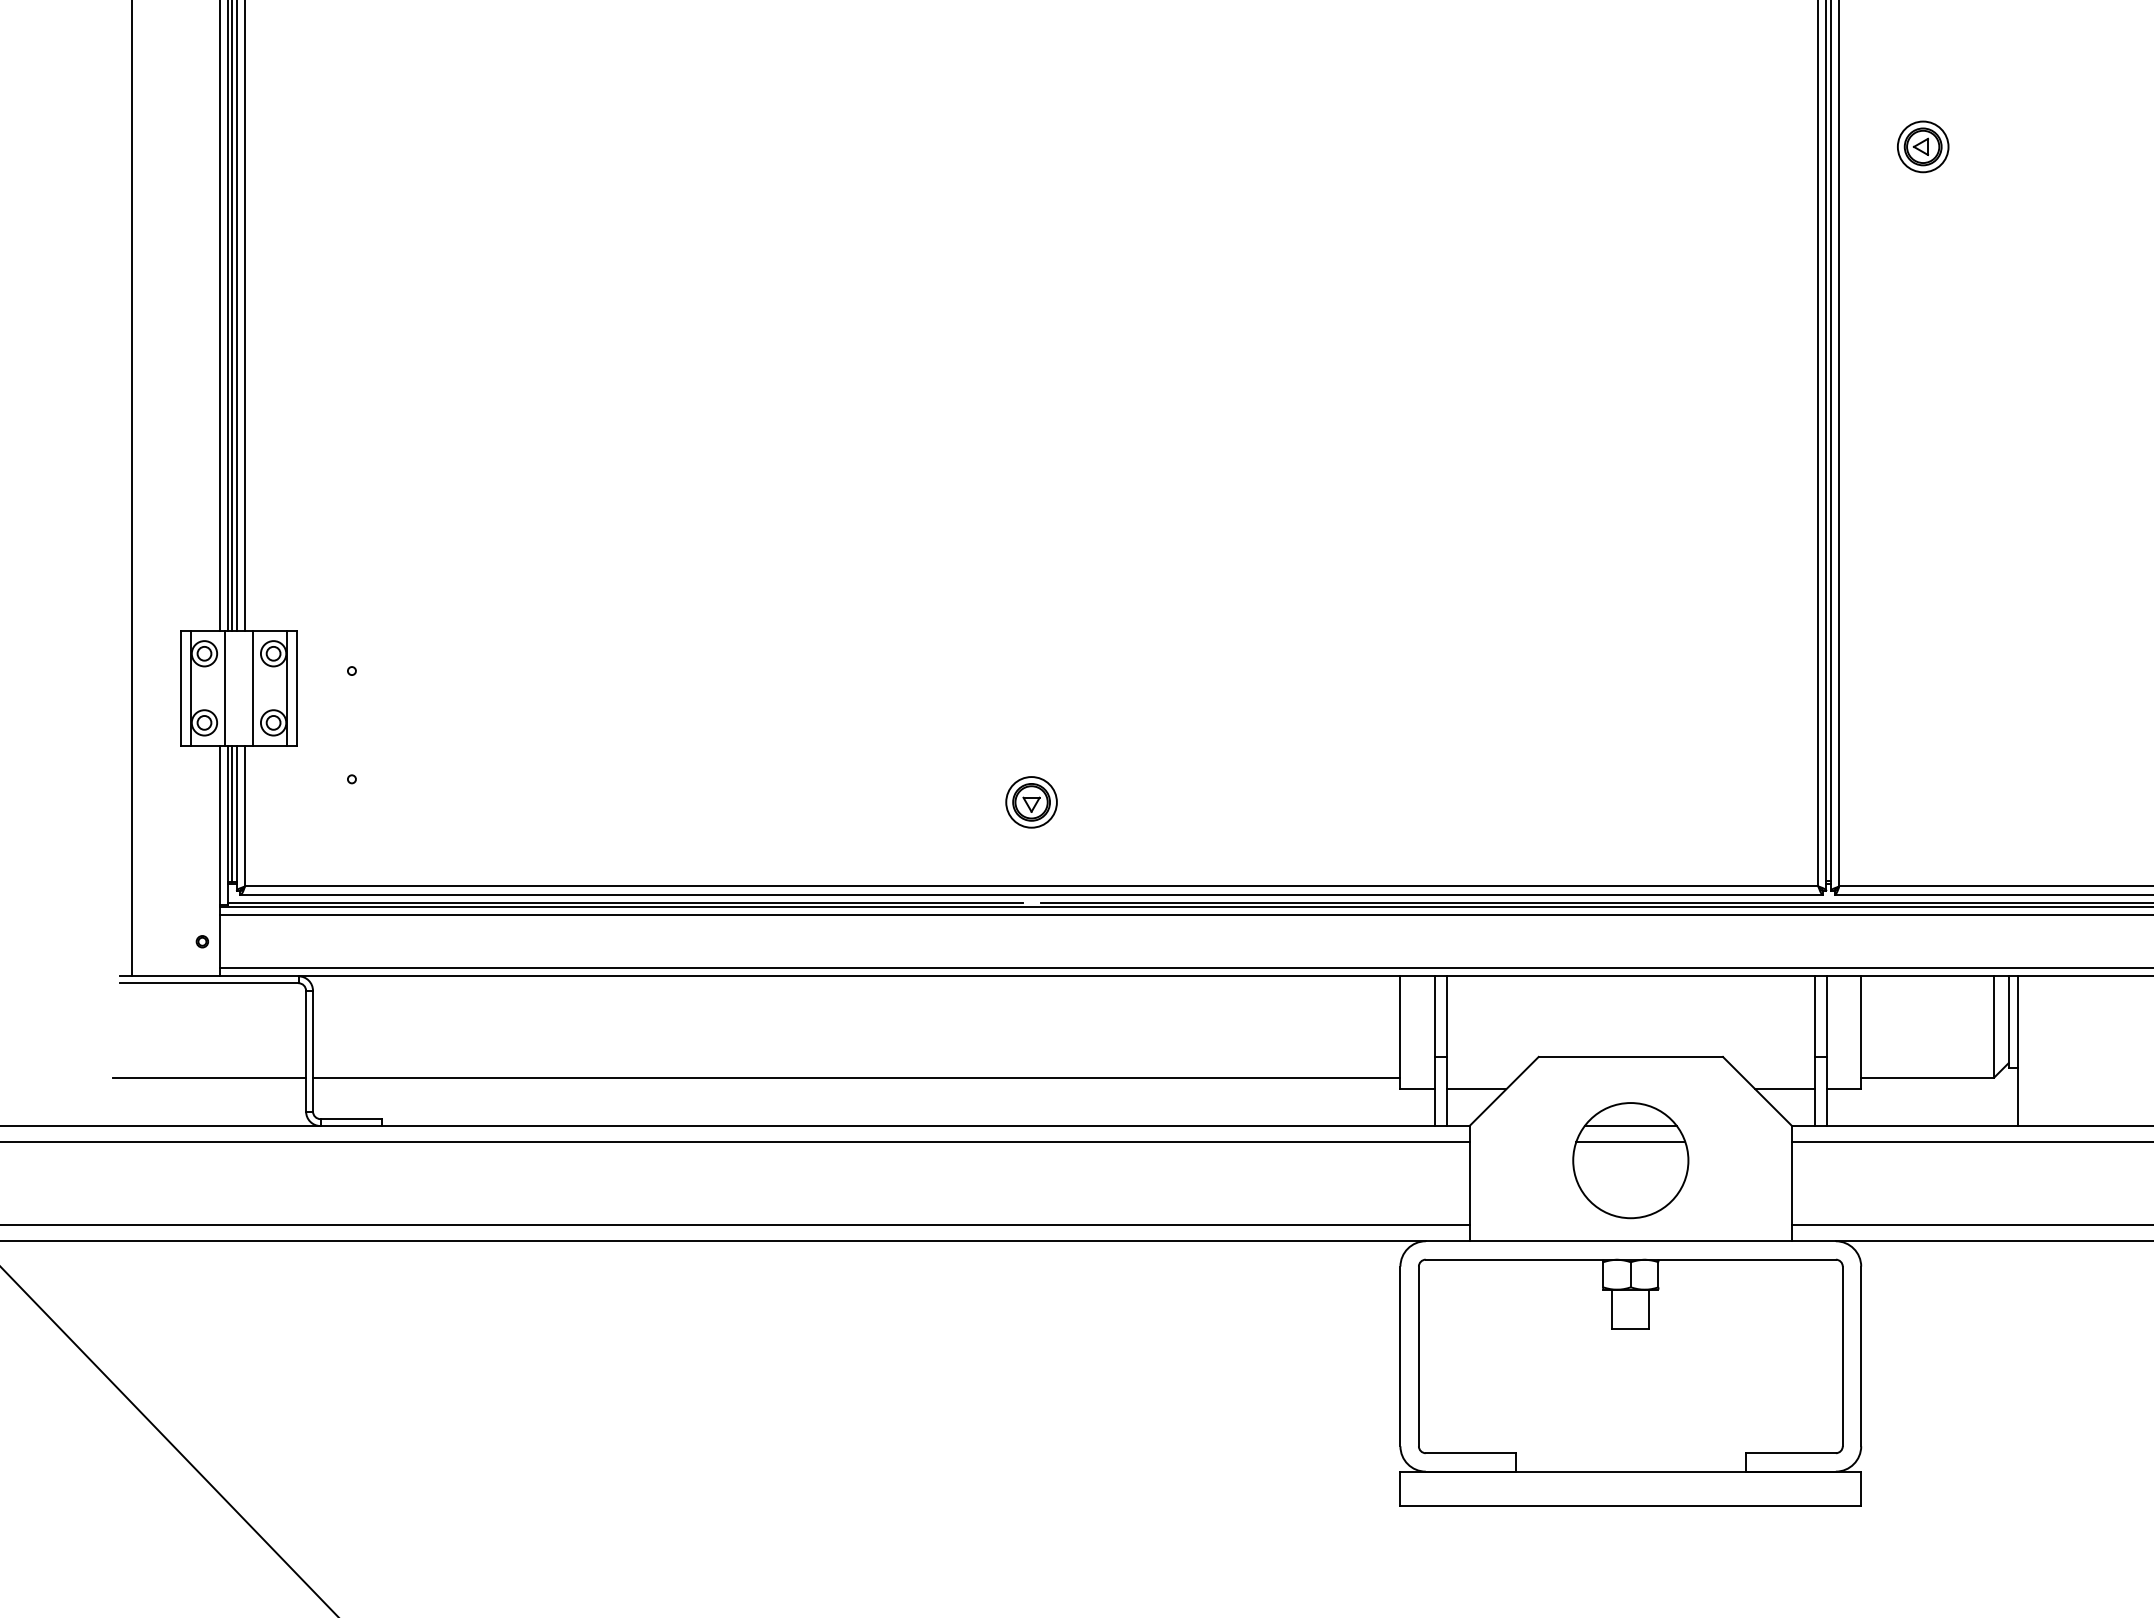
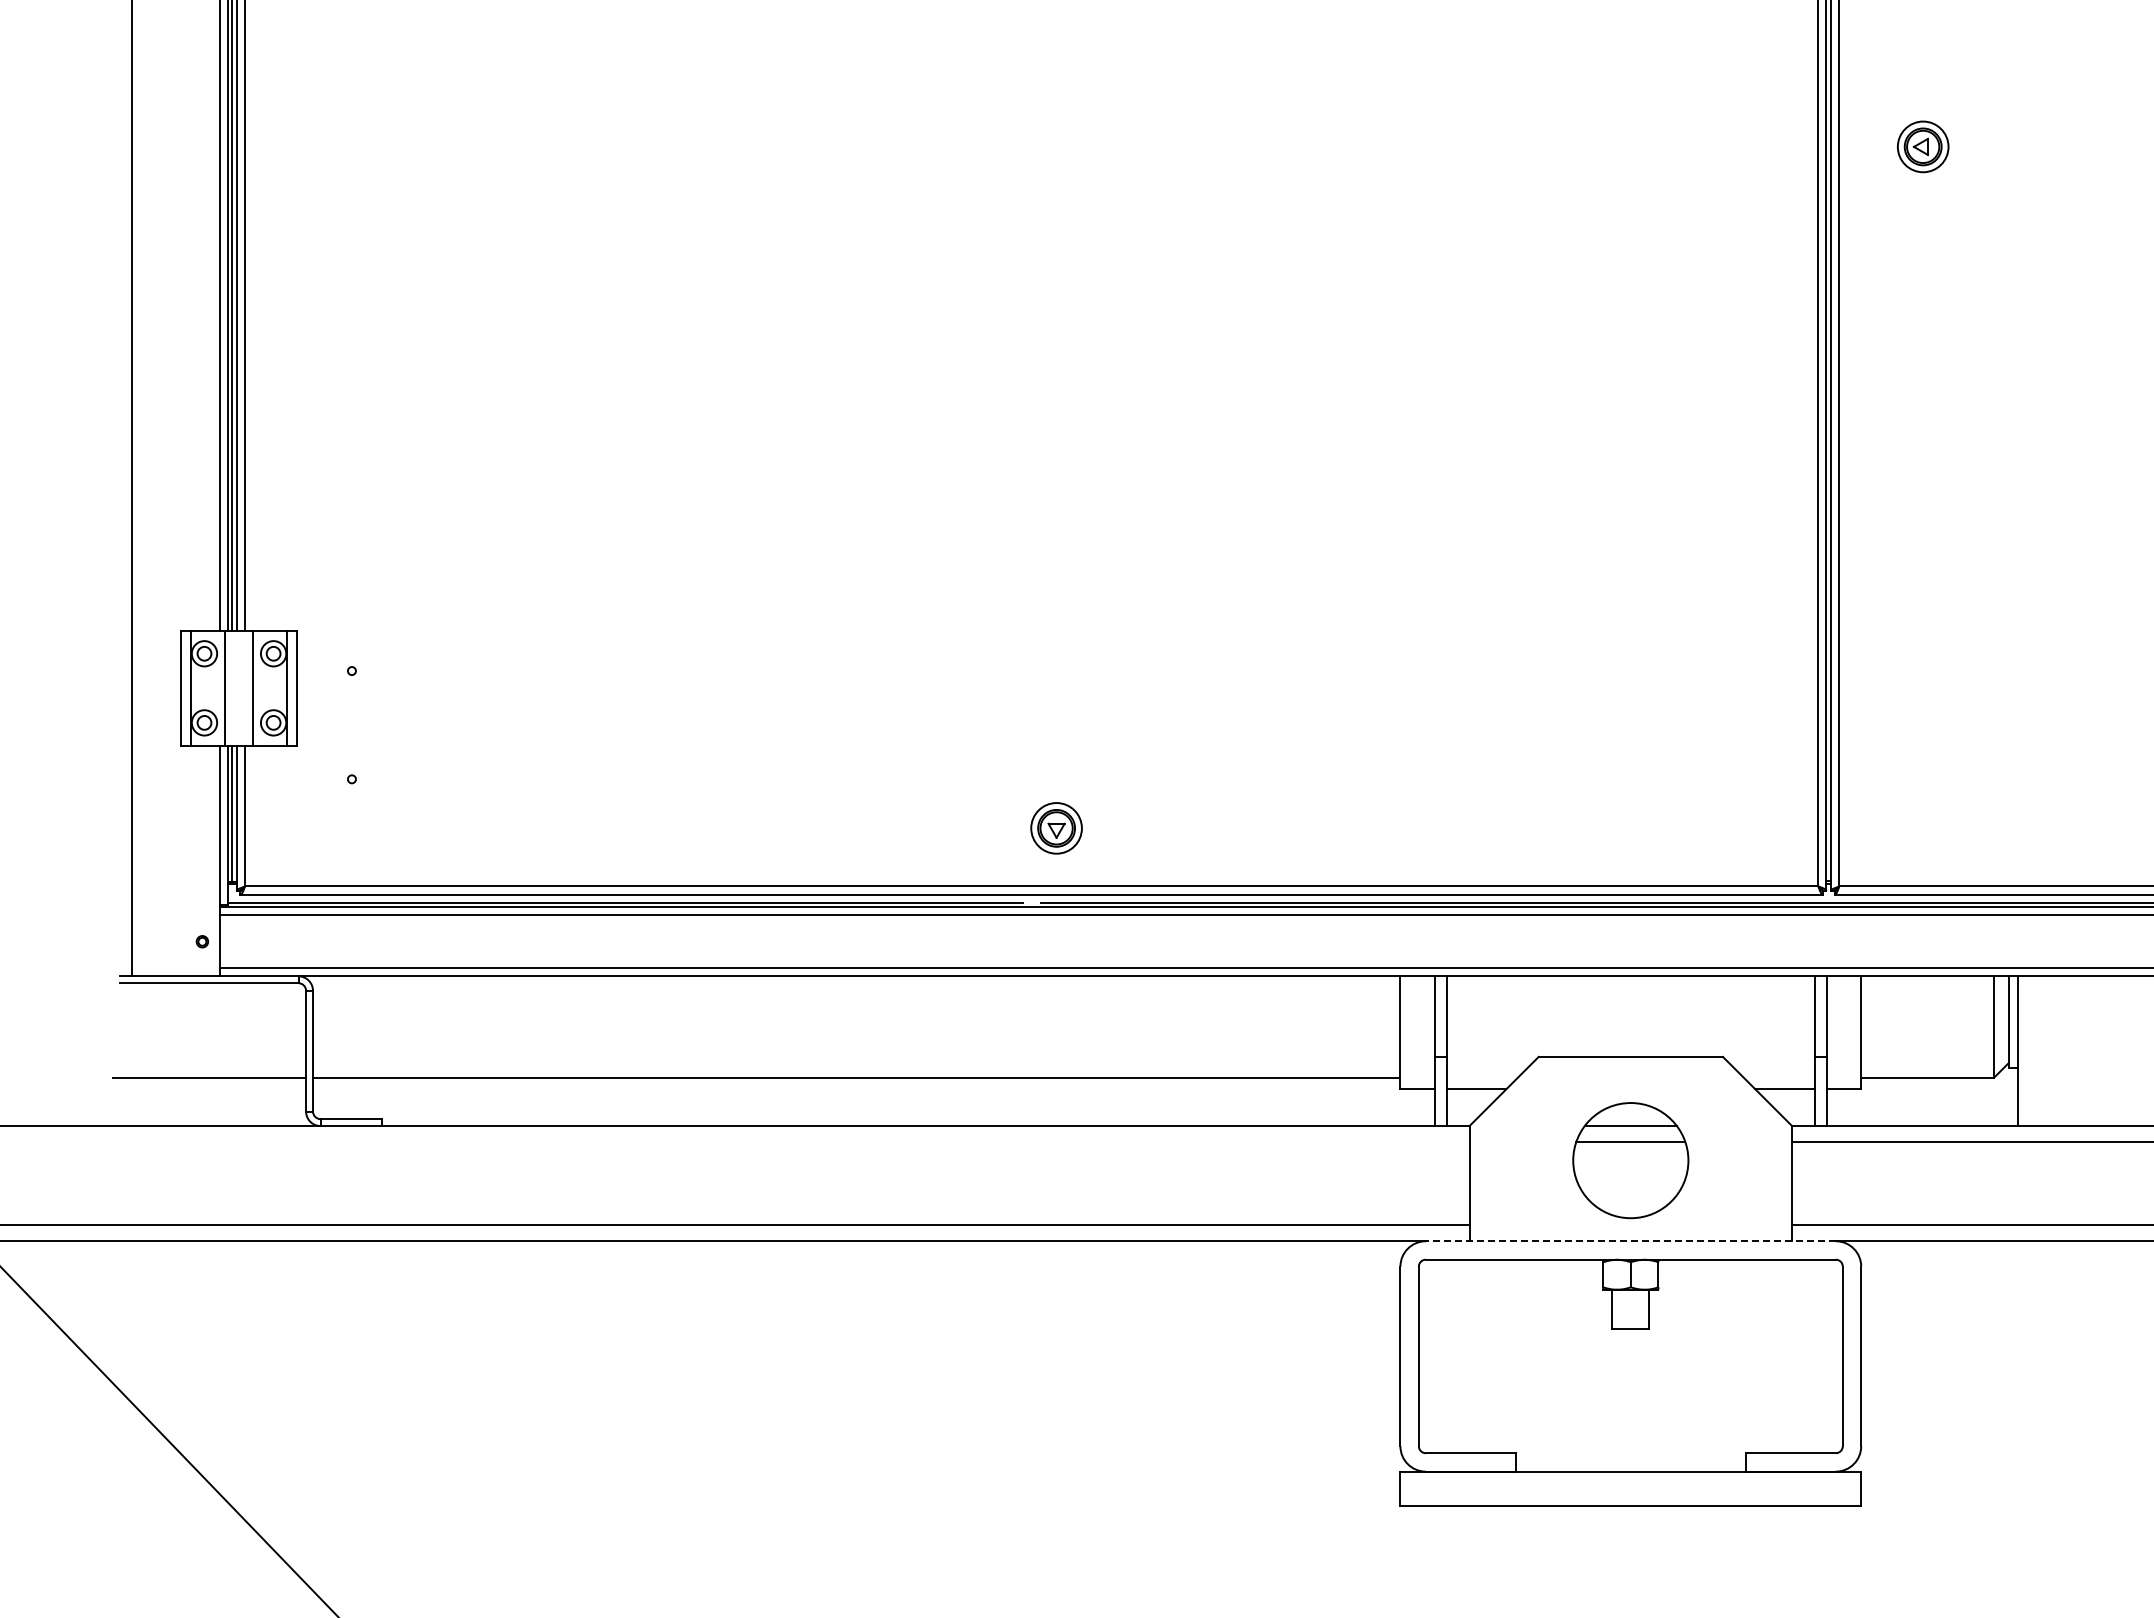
part at (1031, 802) position: (1031, 802) -> (1056, 828)
line at (735, 1142): present -> none
line at (1630, 1241): solid -> dashed
